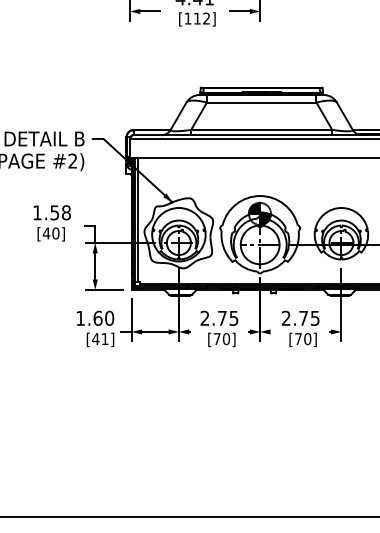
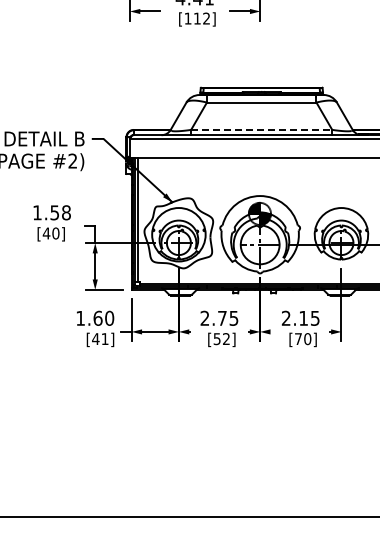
line at (261, 129): solid -> dashed
text at (303, 318): 2.75 -> 2.15
text at (221, 339): [70] -> [52]
